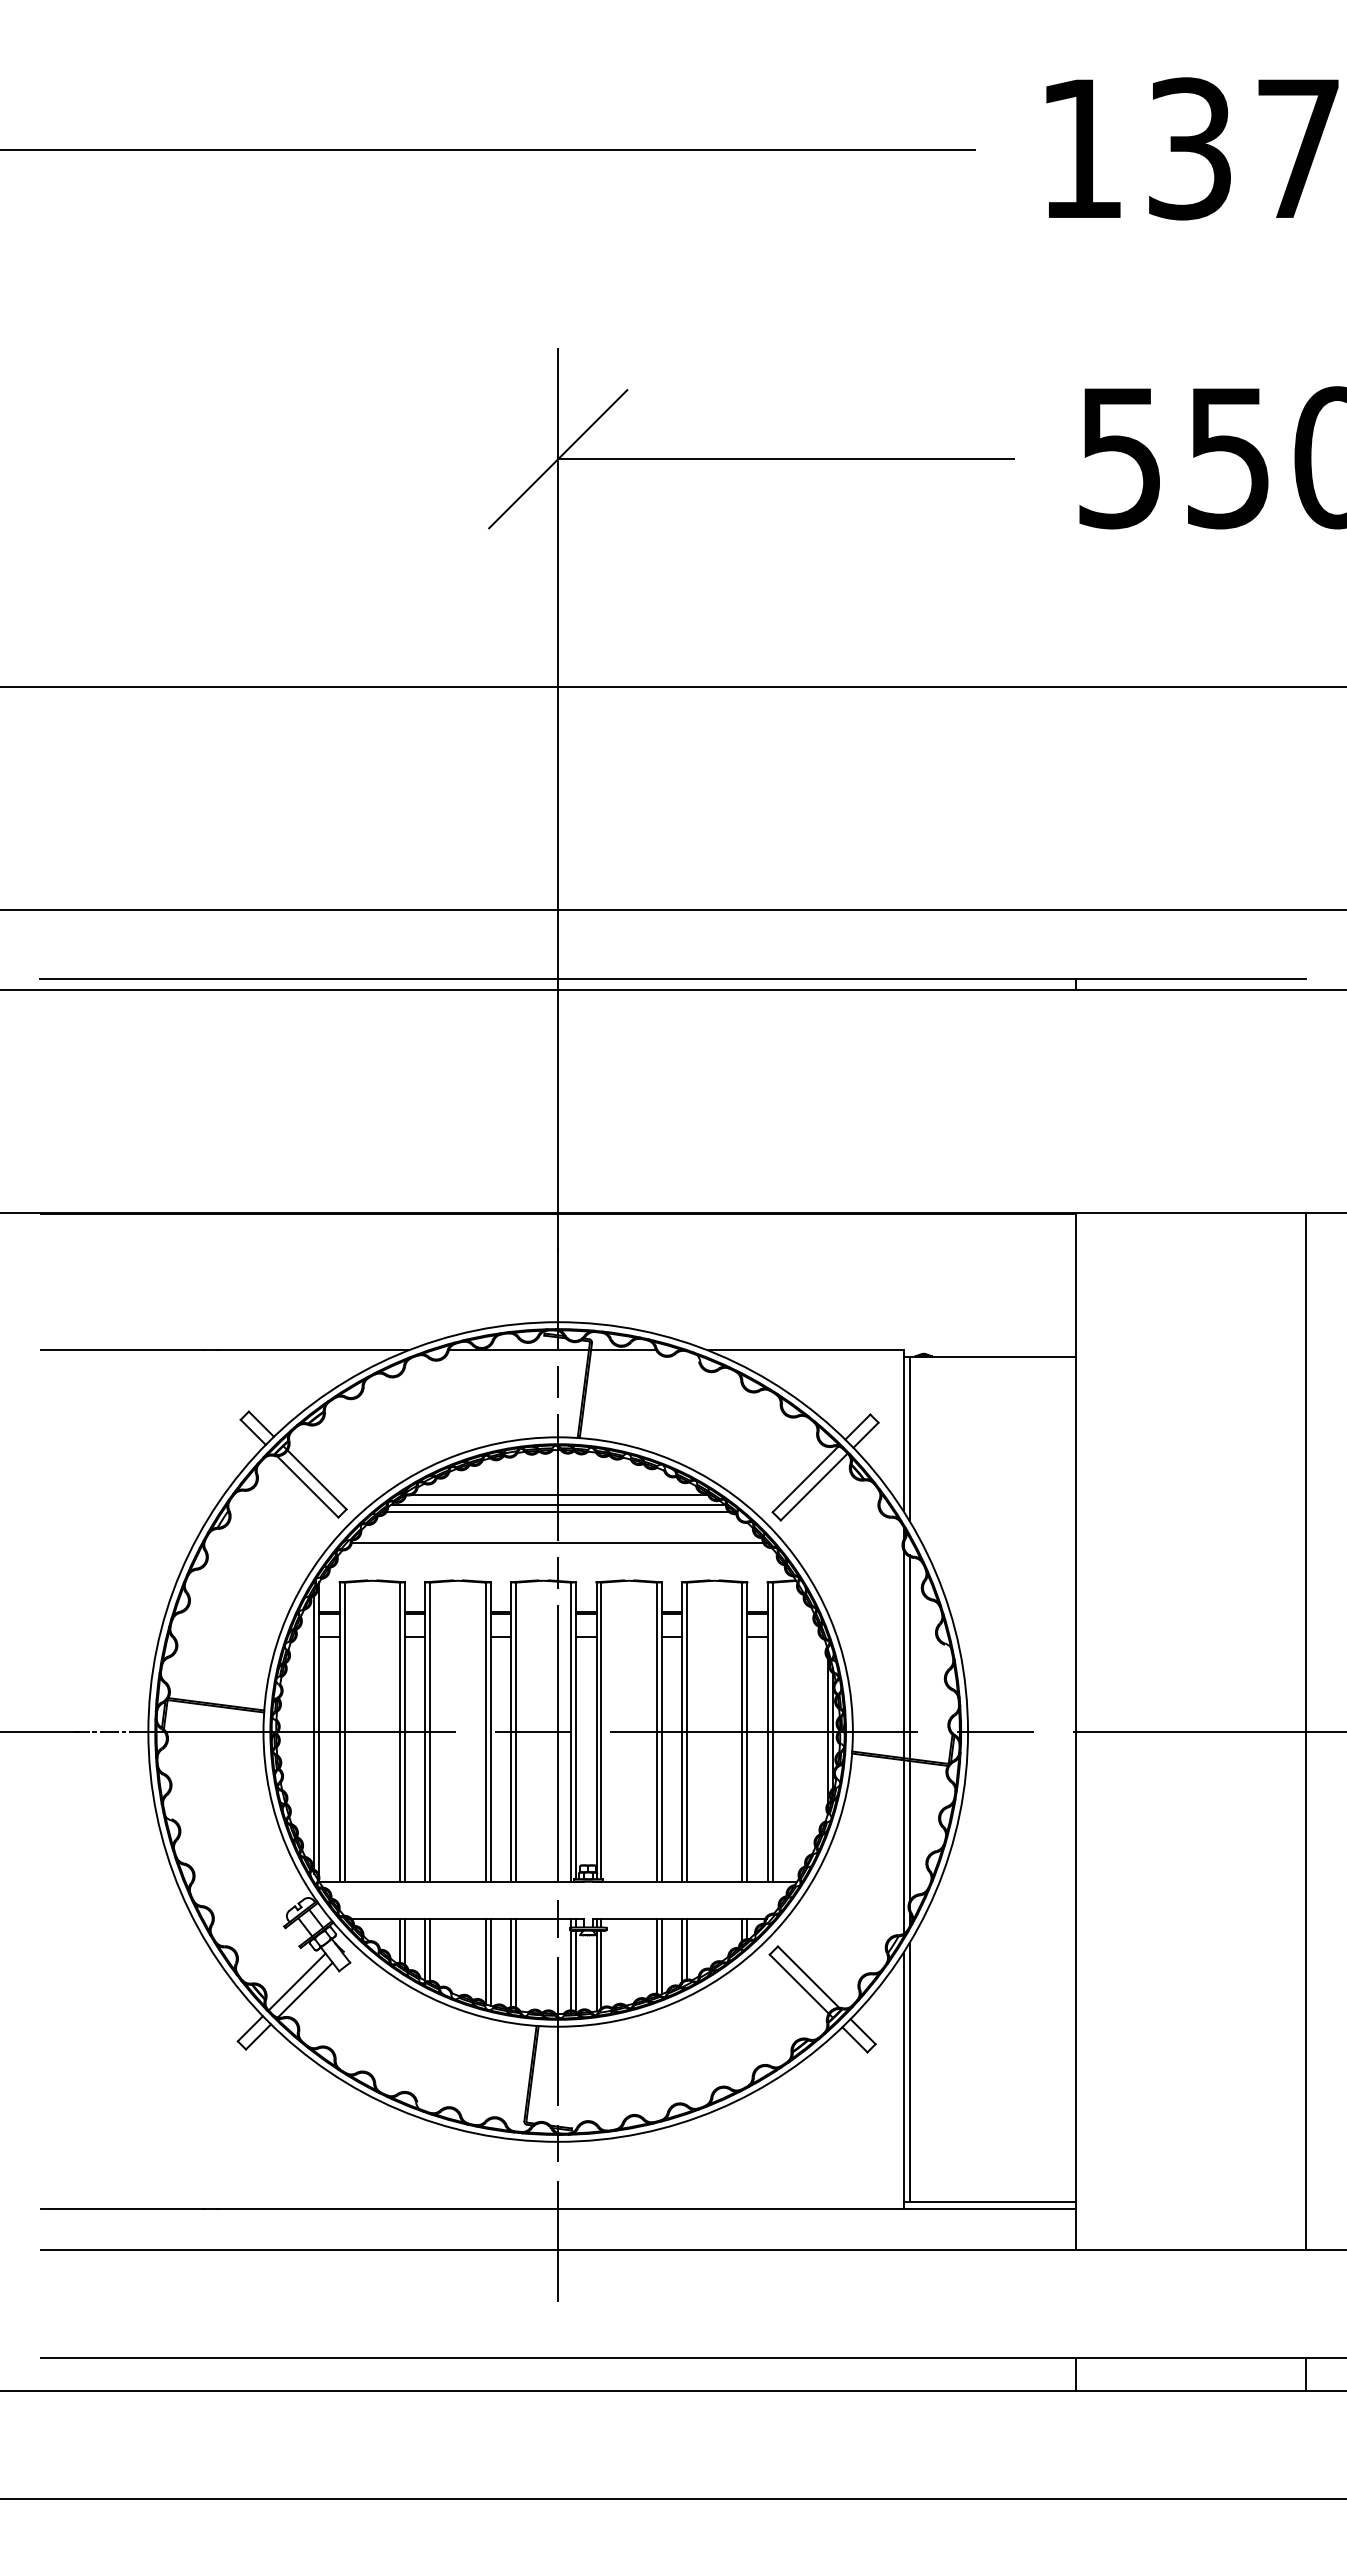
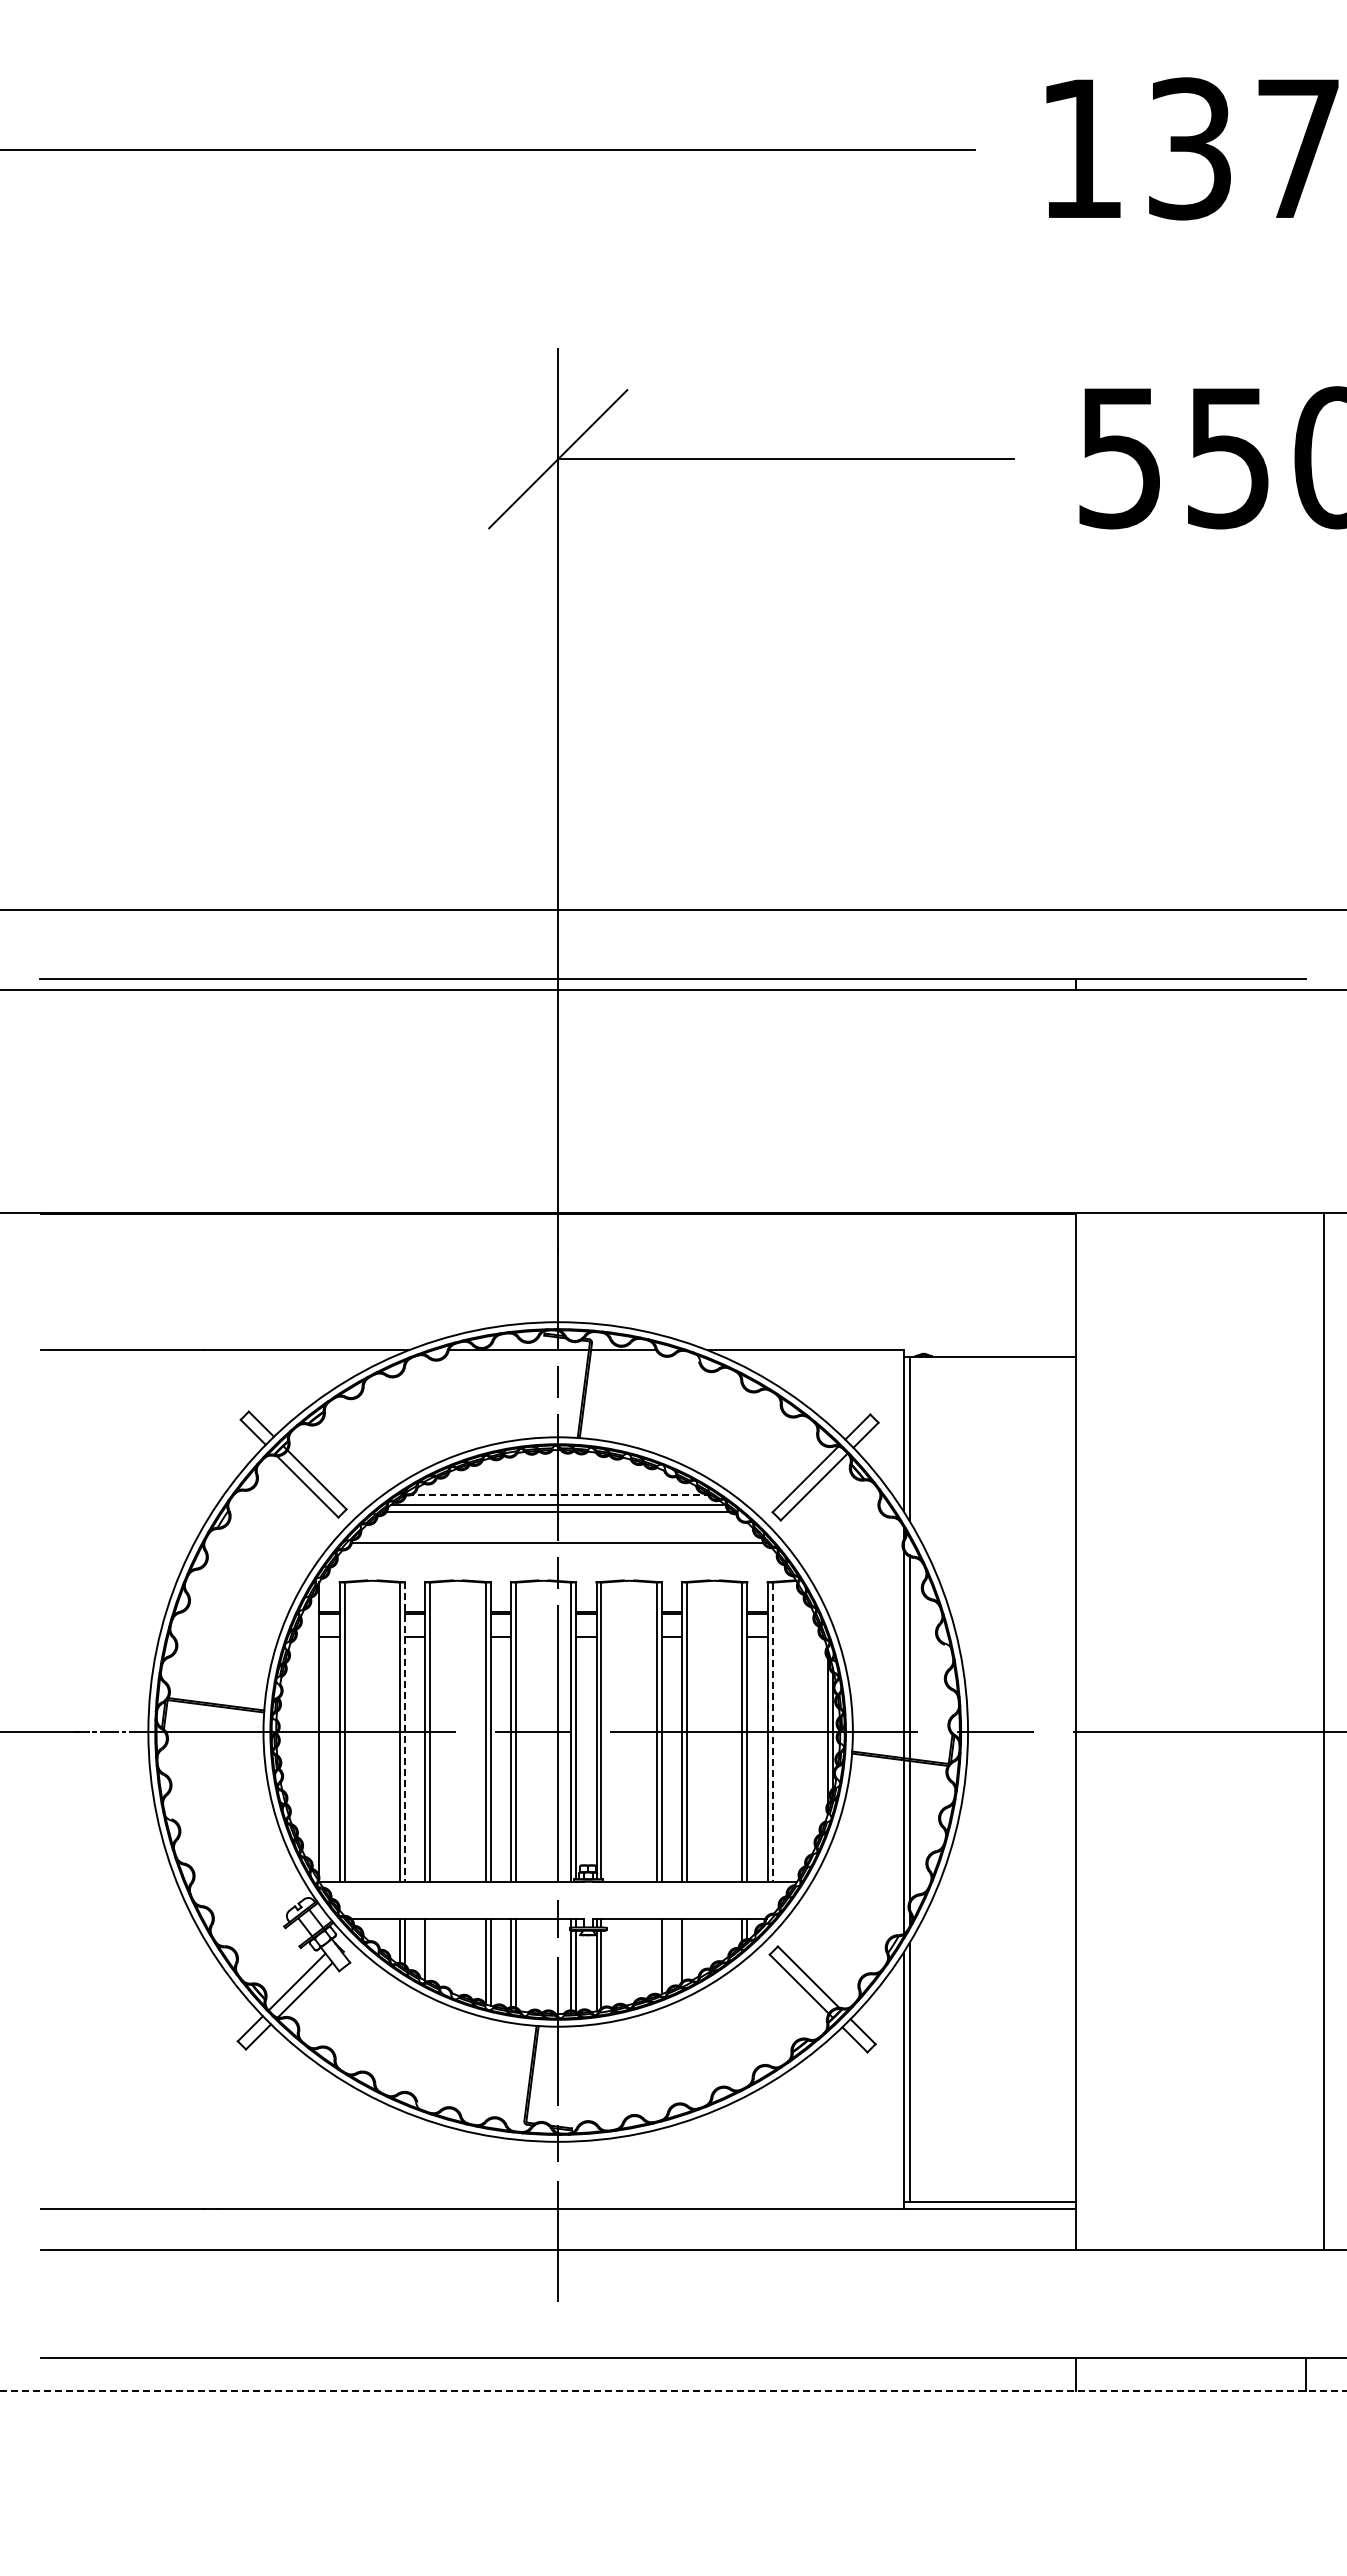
line at (672, 686): present -> none
line at (558, 1494): solid -> dashed
line at (314, 1731): present -> none
line at (404, 1731): solid -> dashed
line at (1306, 1731) position: (1306, 1731) -> (1324, 1731)
line at (772, 1732): solid -> dashed
line at (687, 1949): present -> none
line at (430, 1950): present -> none
line at (656, 1957): present -> none
line at (672, 2390): solid -> dashed
line at (672, 2498): present -> none
